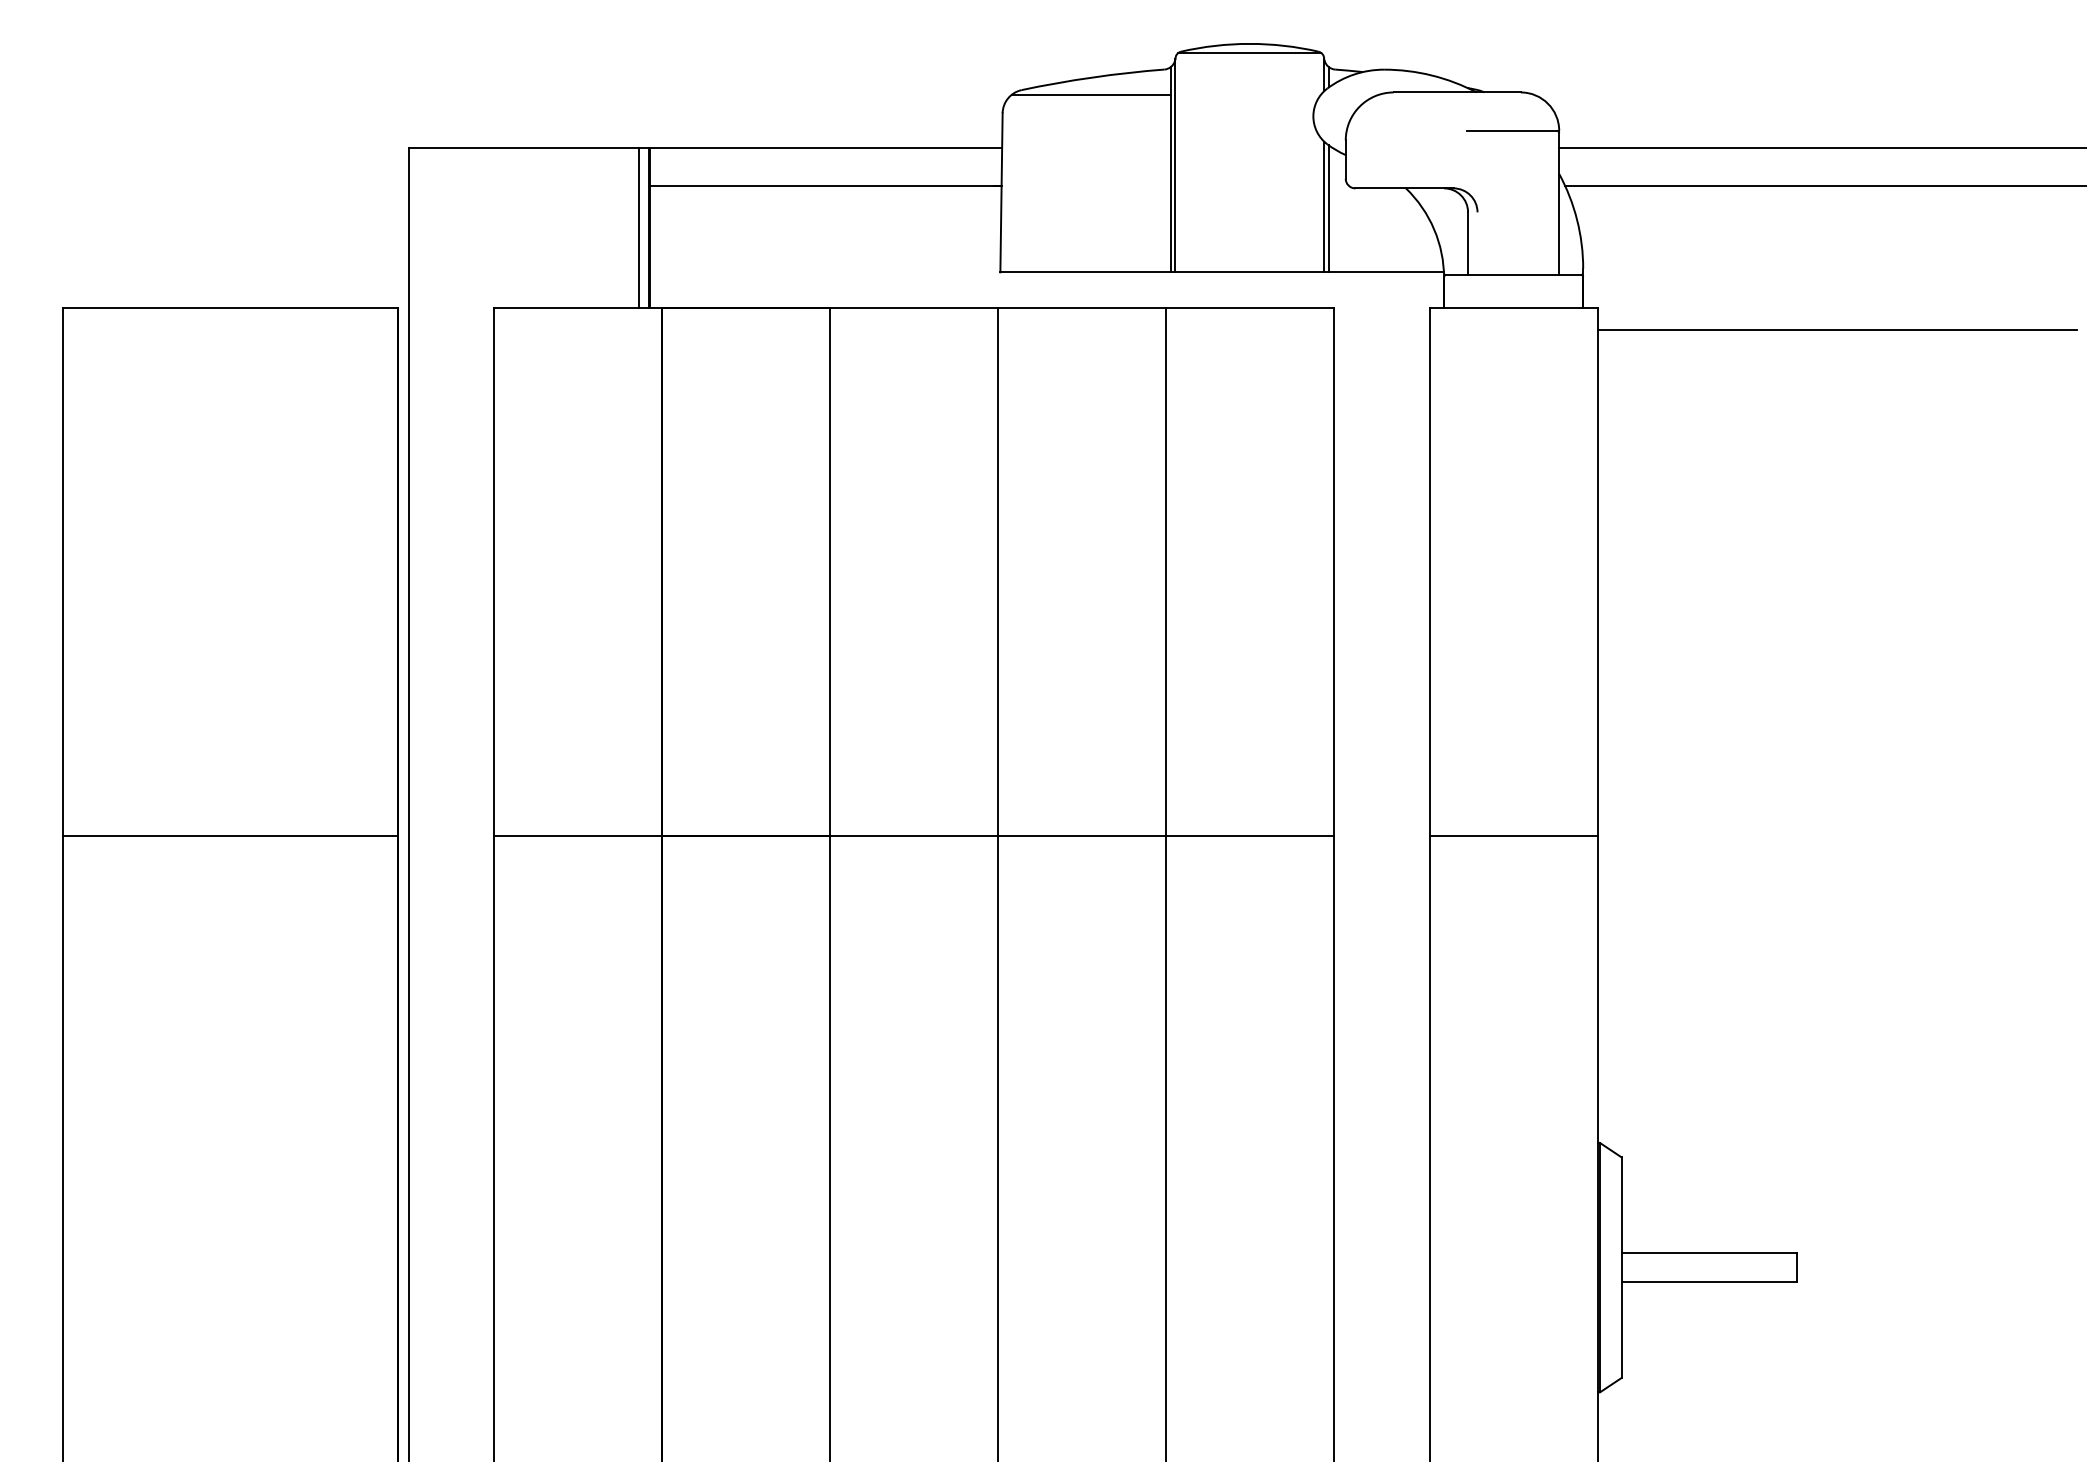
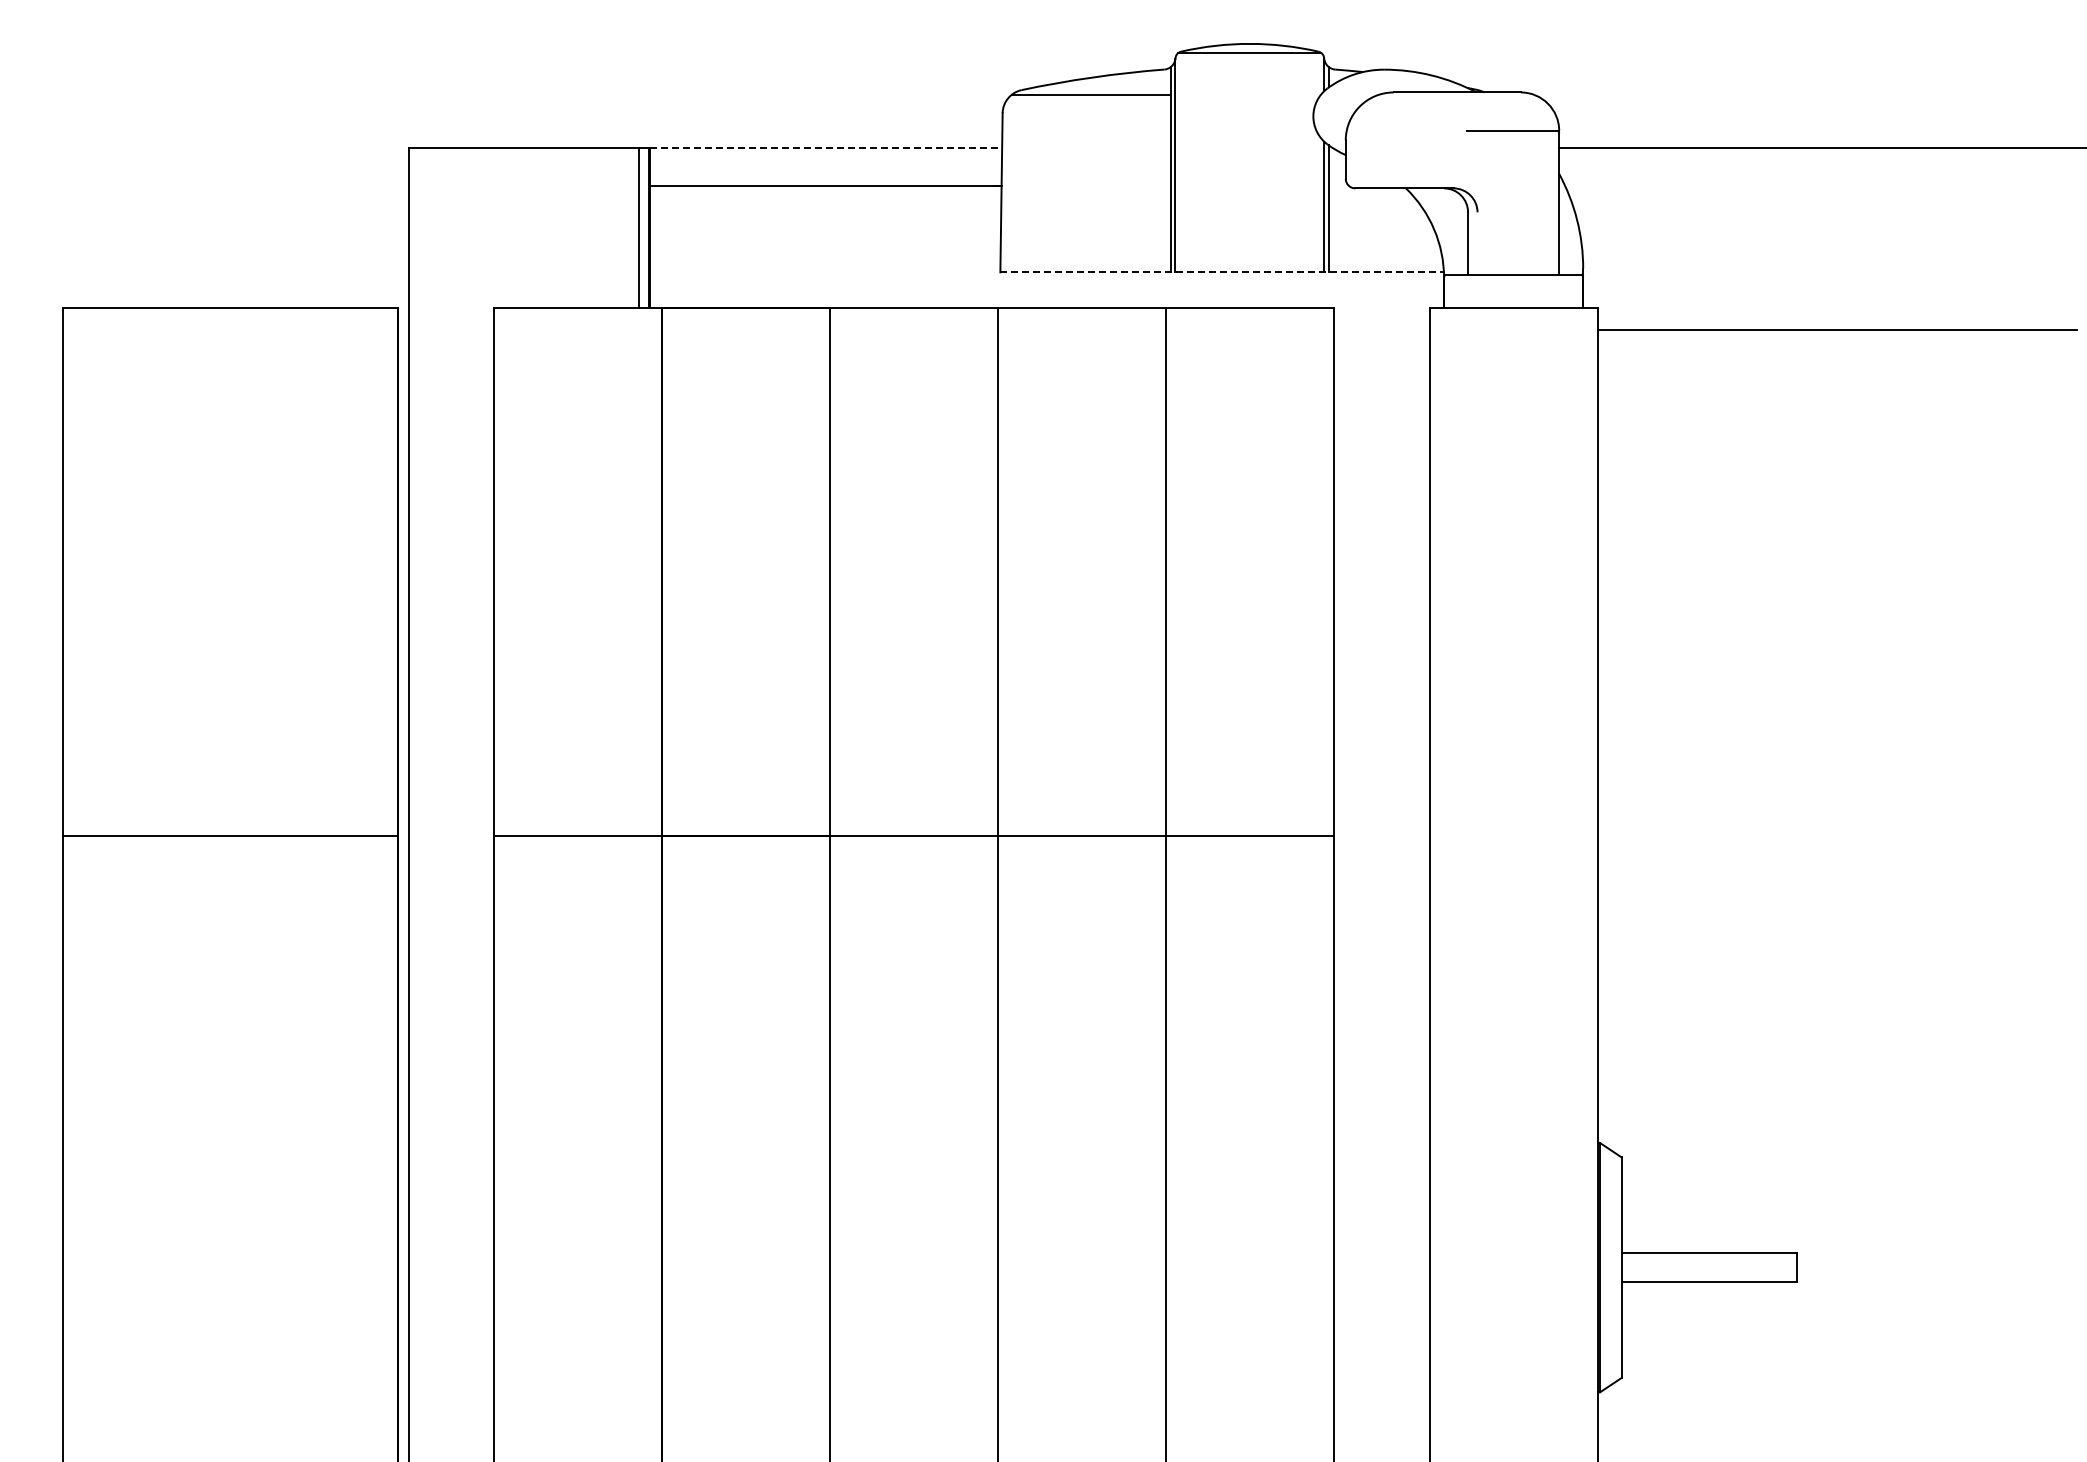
line at (826, 147): solid -> dashed
line at (1824, 185): present -> none
line at (1222, 272): solid -> dashed
line at (1513, 835): present -> none
